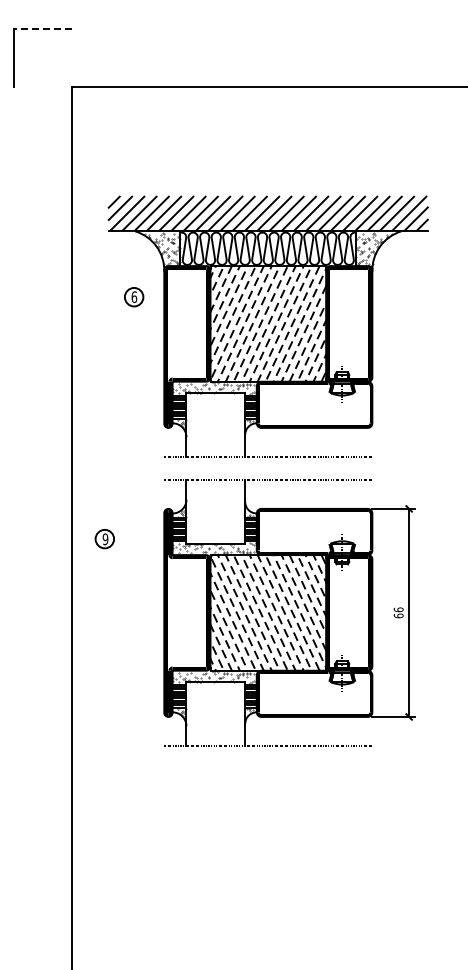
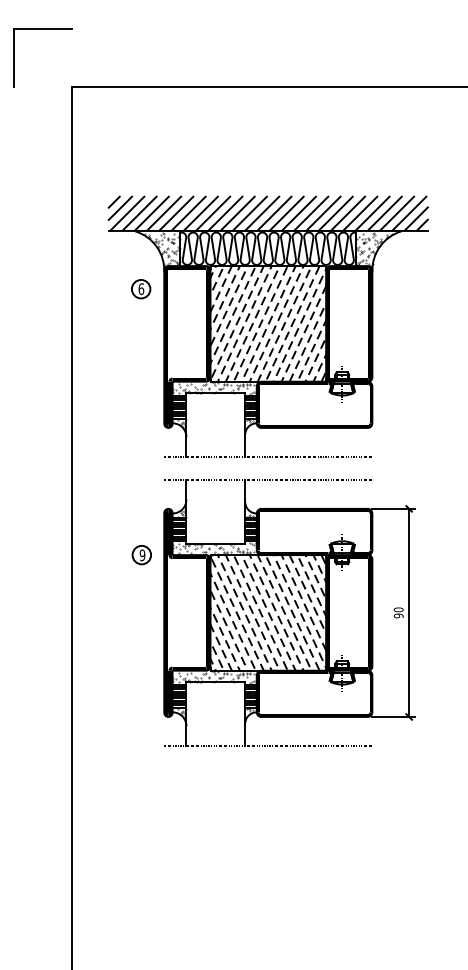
line at (42, 29): dashed -> solid
part at (134, 297) position: (134, 297) -> (141, 289)
part at (104, 539) position: (104, 539) -> (141, 555)
text at (398, 612): 66 -> 90
